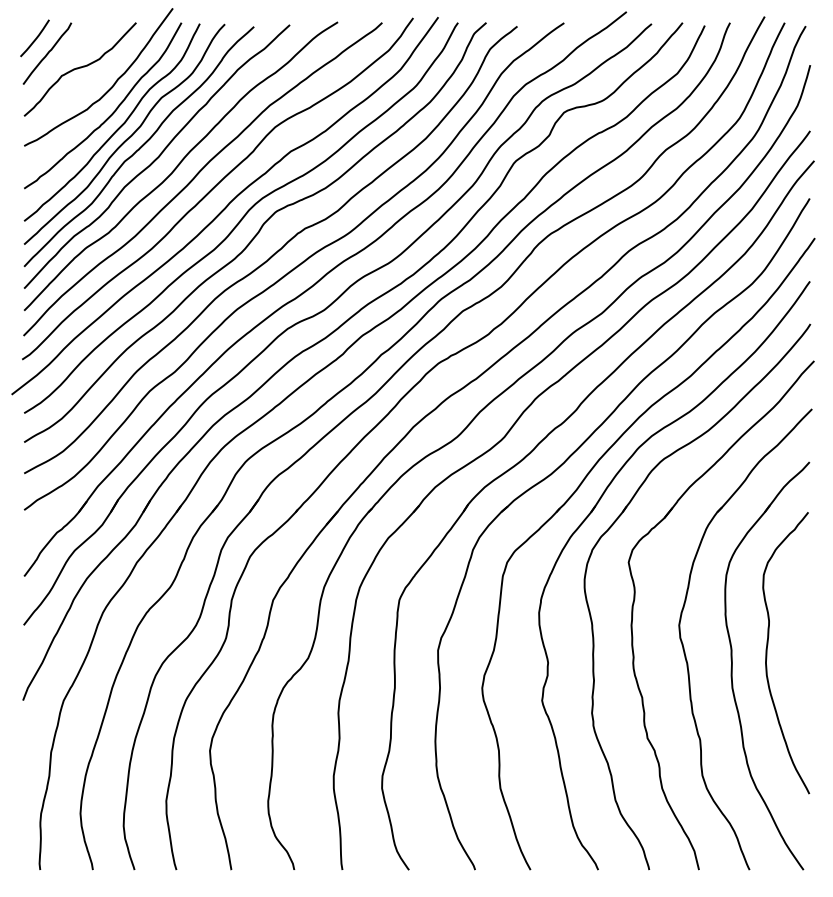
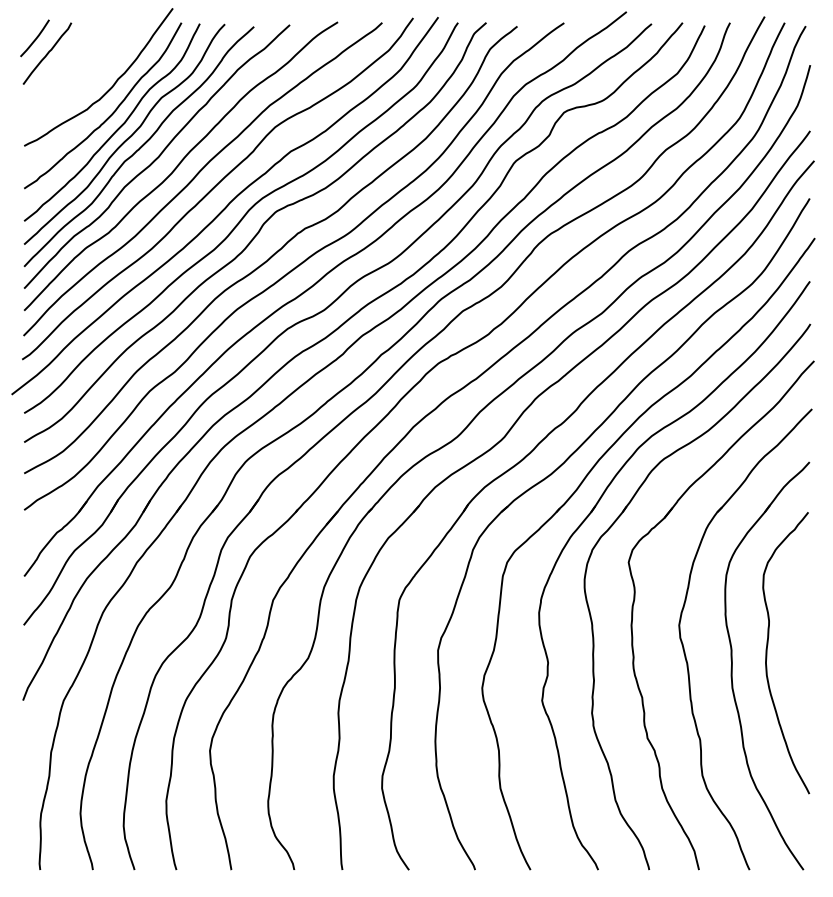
curve at (79, 68): present -> none
